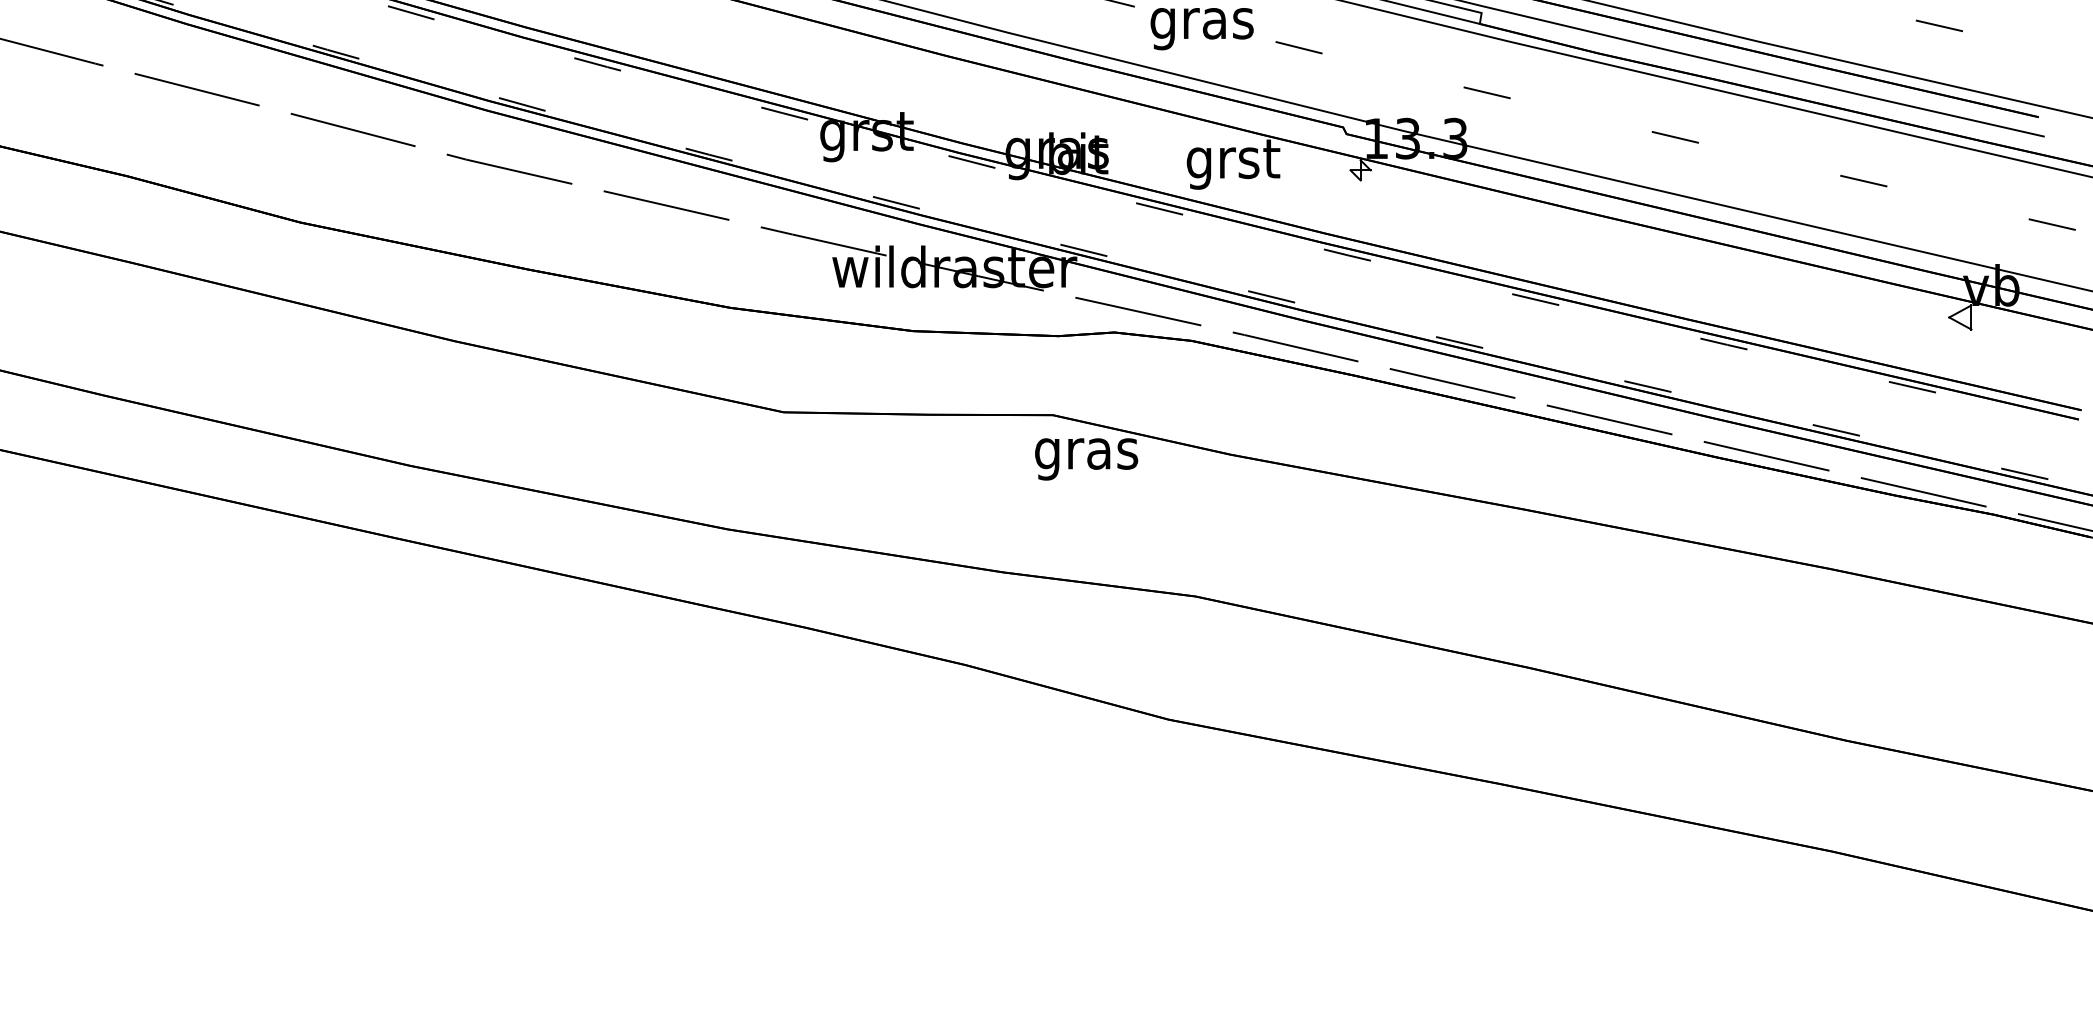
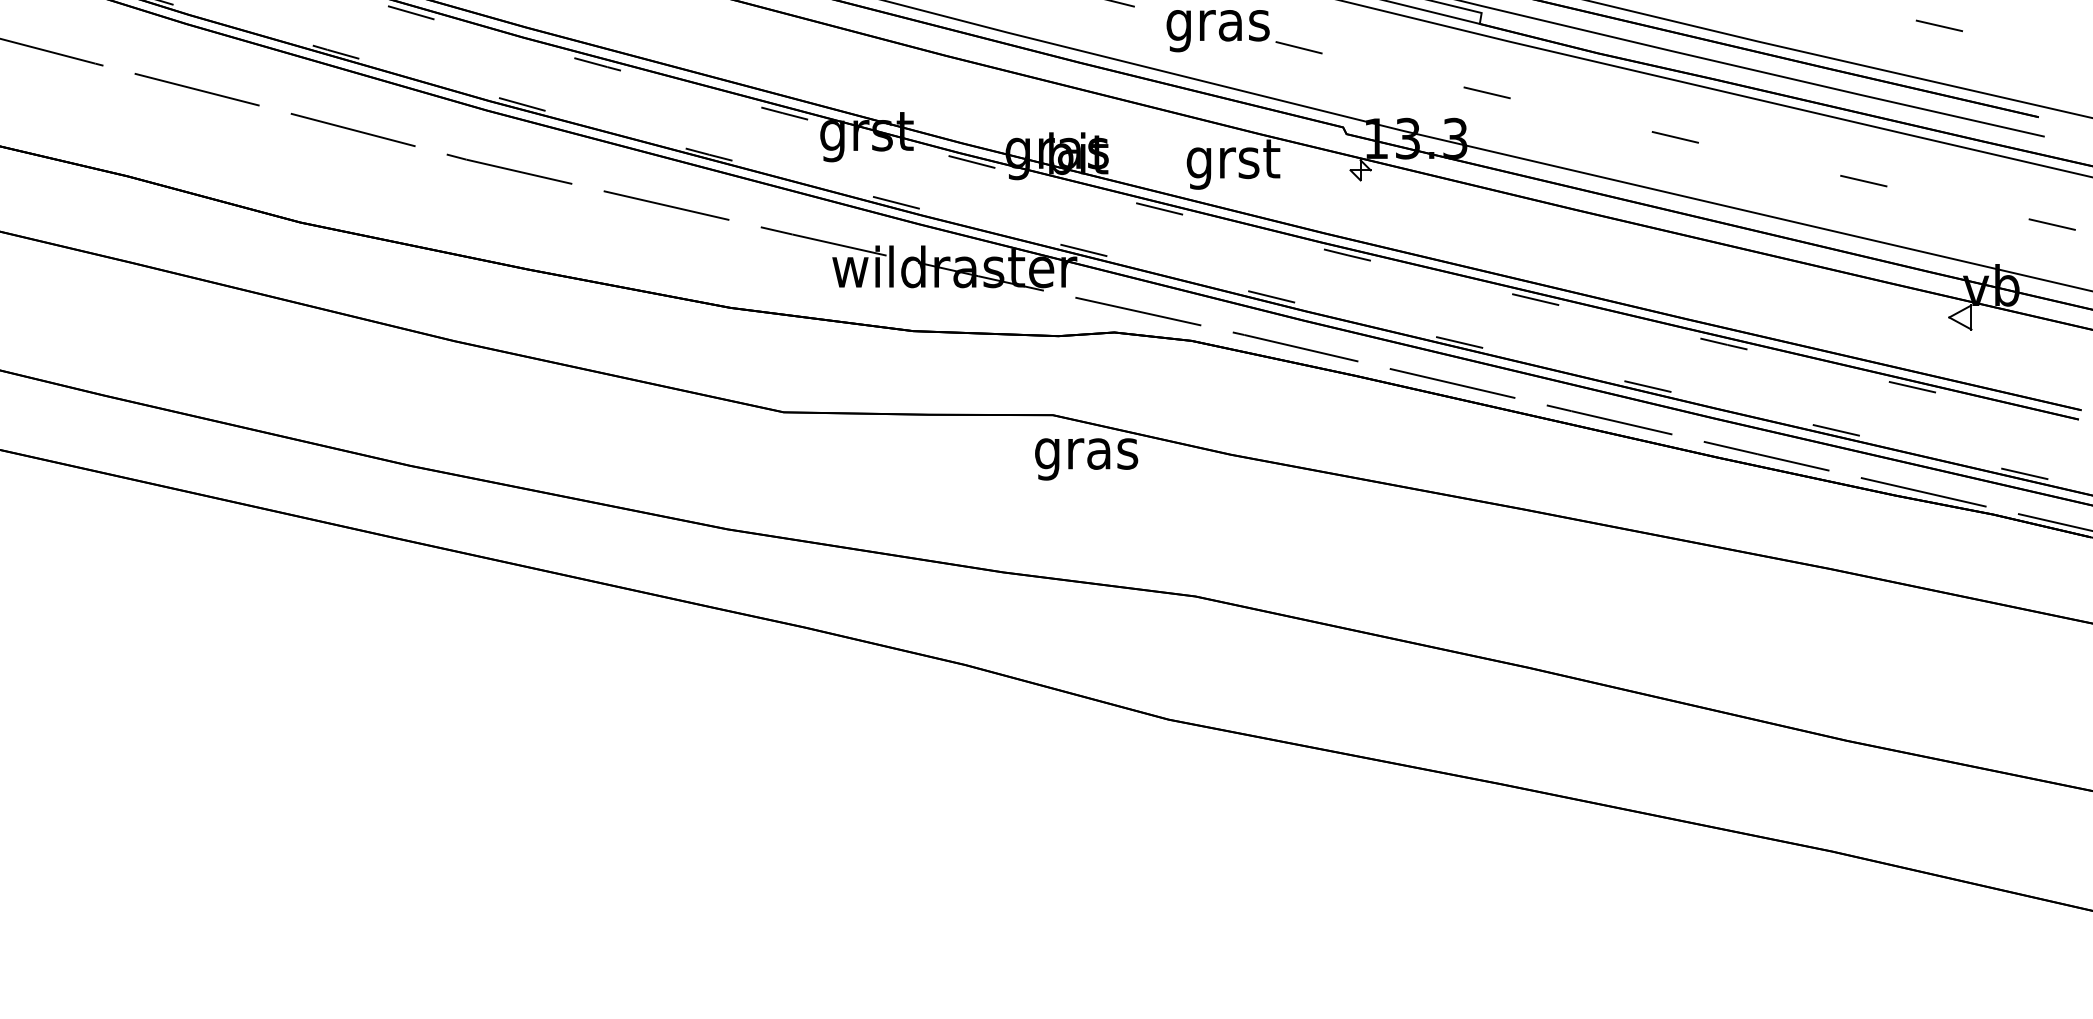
text at (1201, 29) position: (1201, 29) -> (1217, 31)
